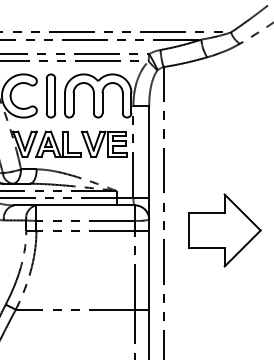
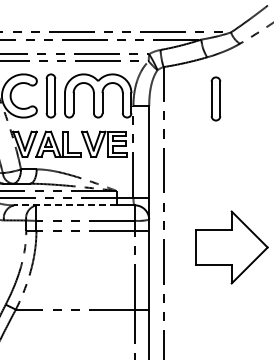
part at (215, 98): none -> present
line at (65, 205): solid -> dashed
part at (224, 230) position: (224, 230) -> (231, 247)
